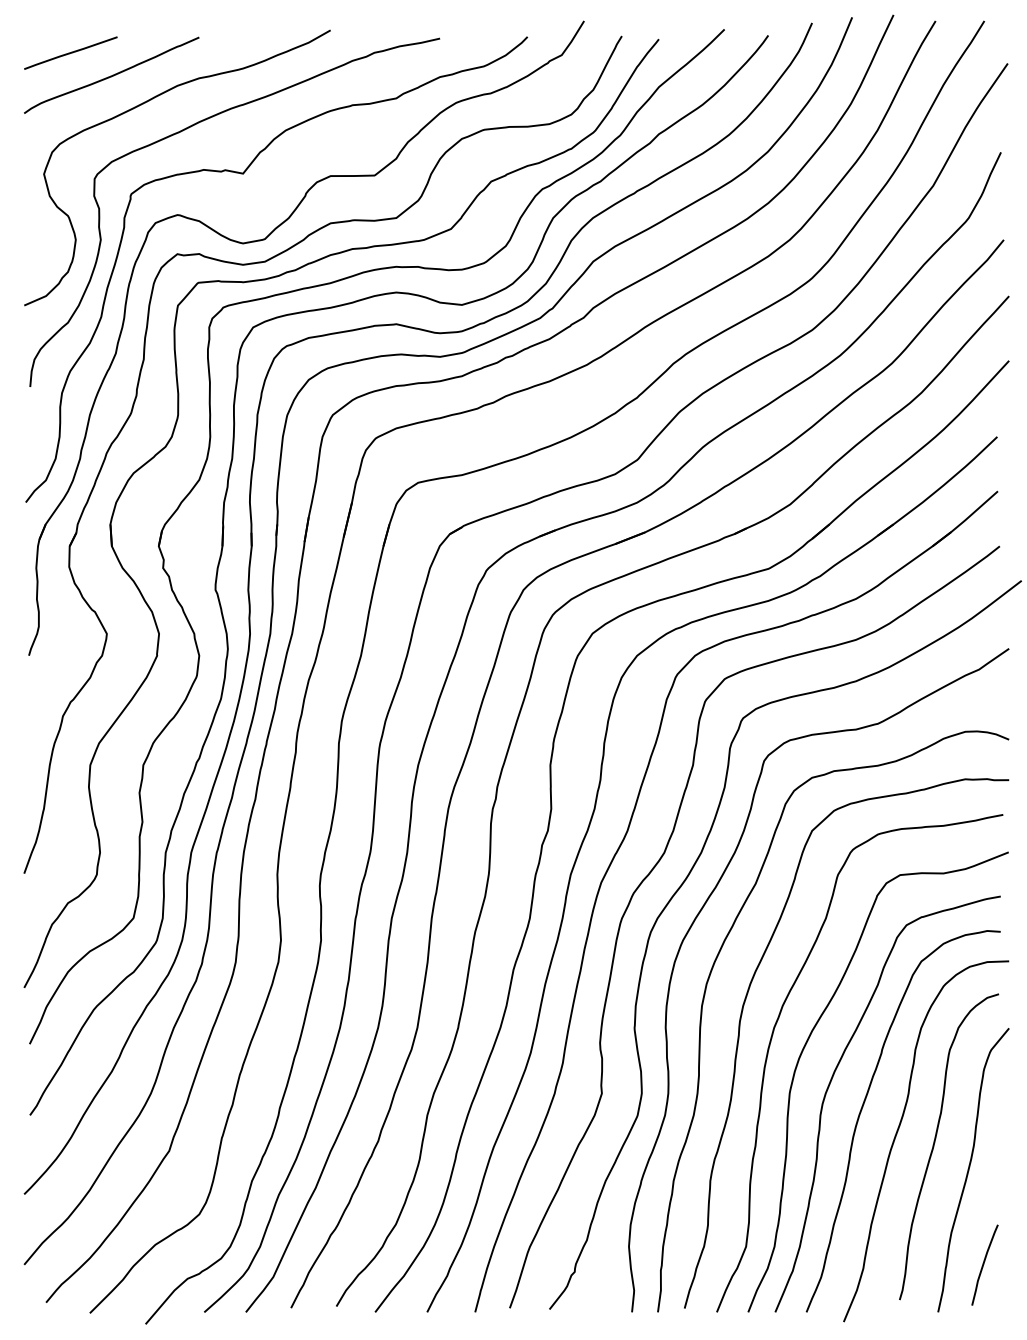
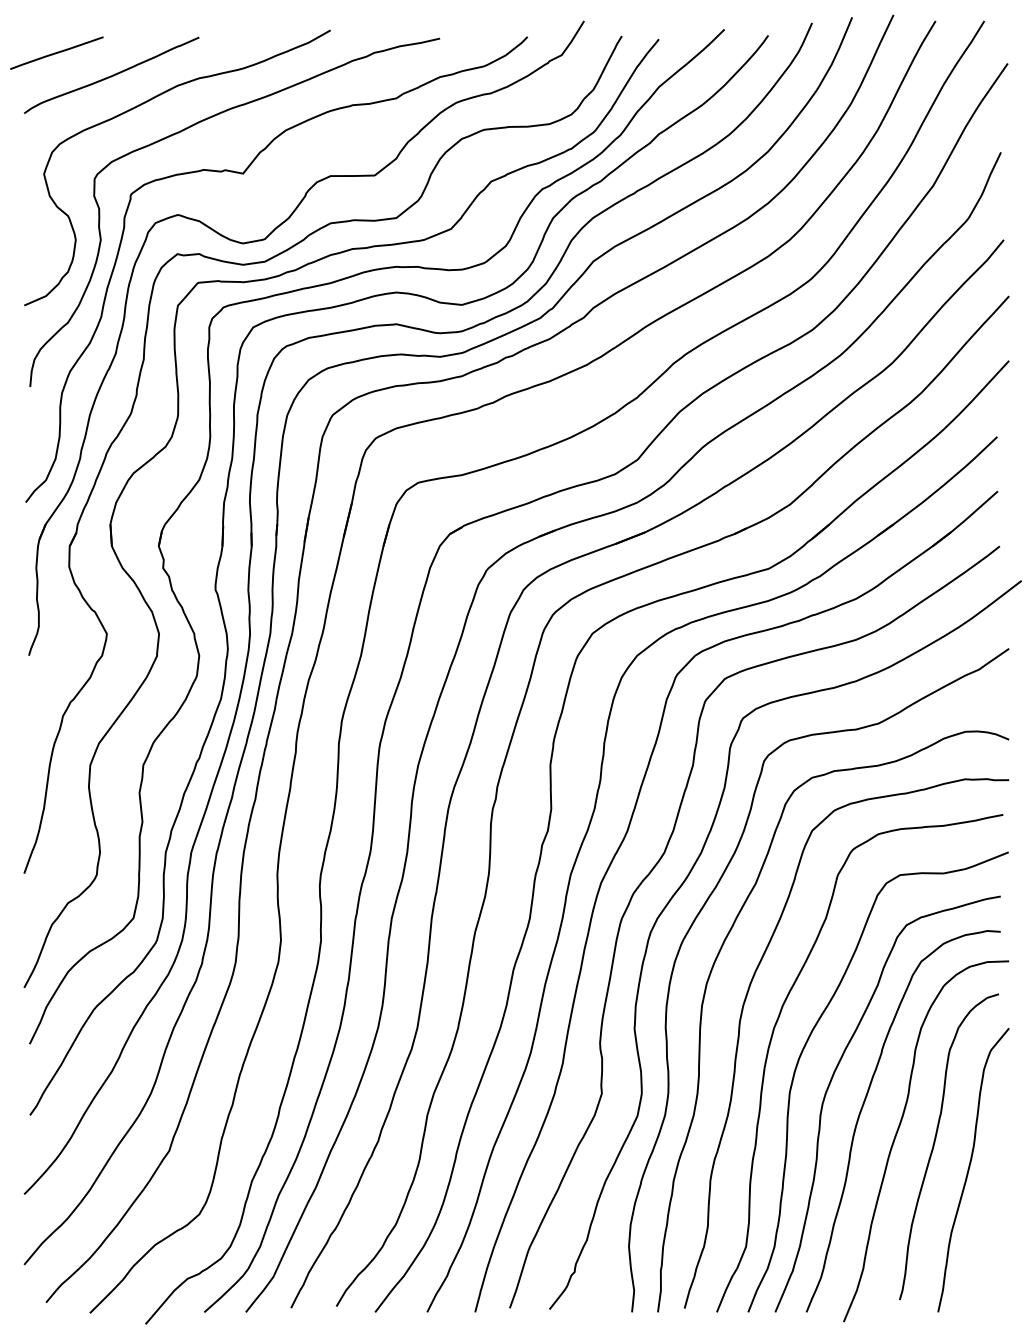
line at (70, 52) position: (70, 52) -> (56, 52)
curve at (984, 1264): present -> none
